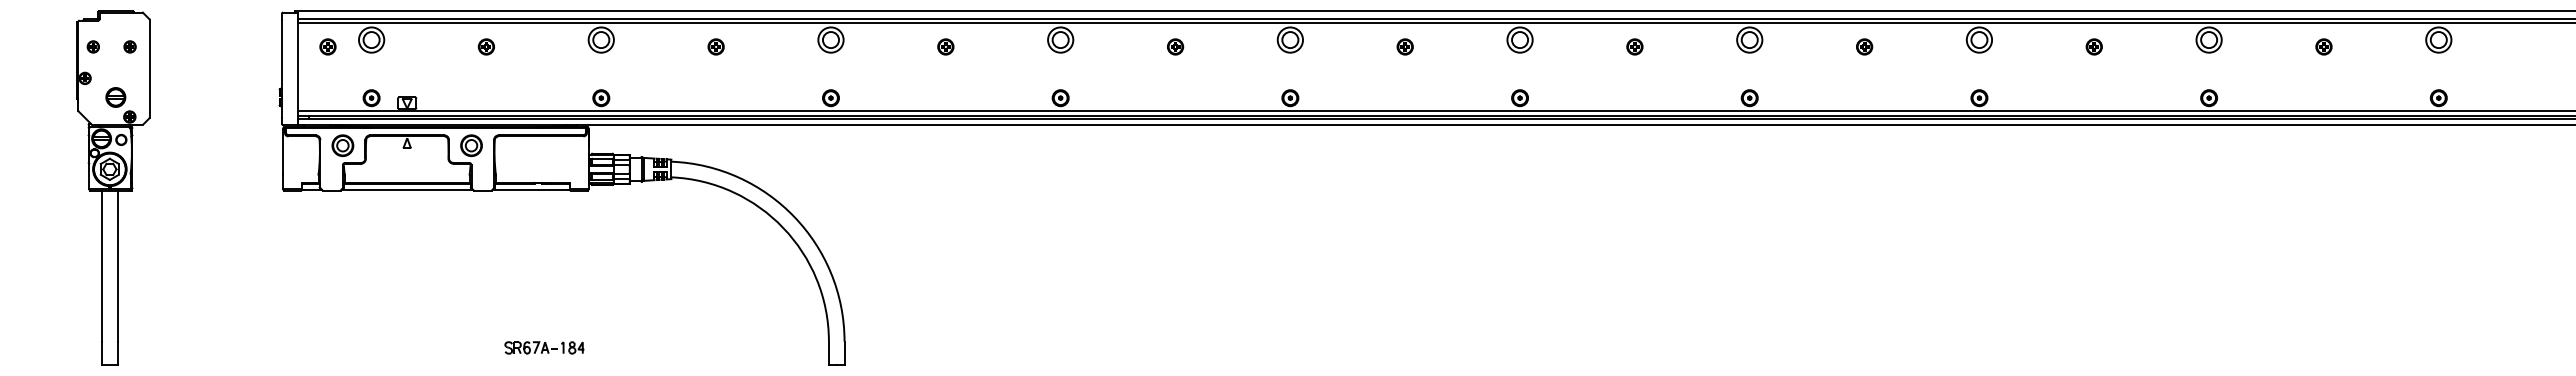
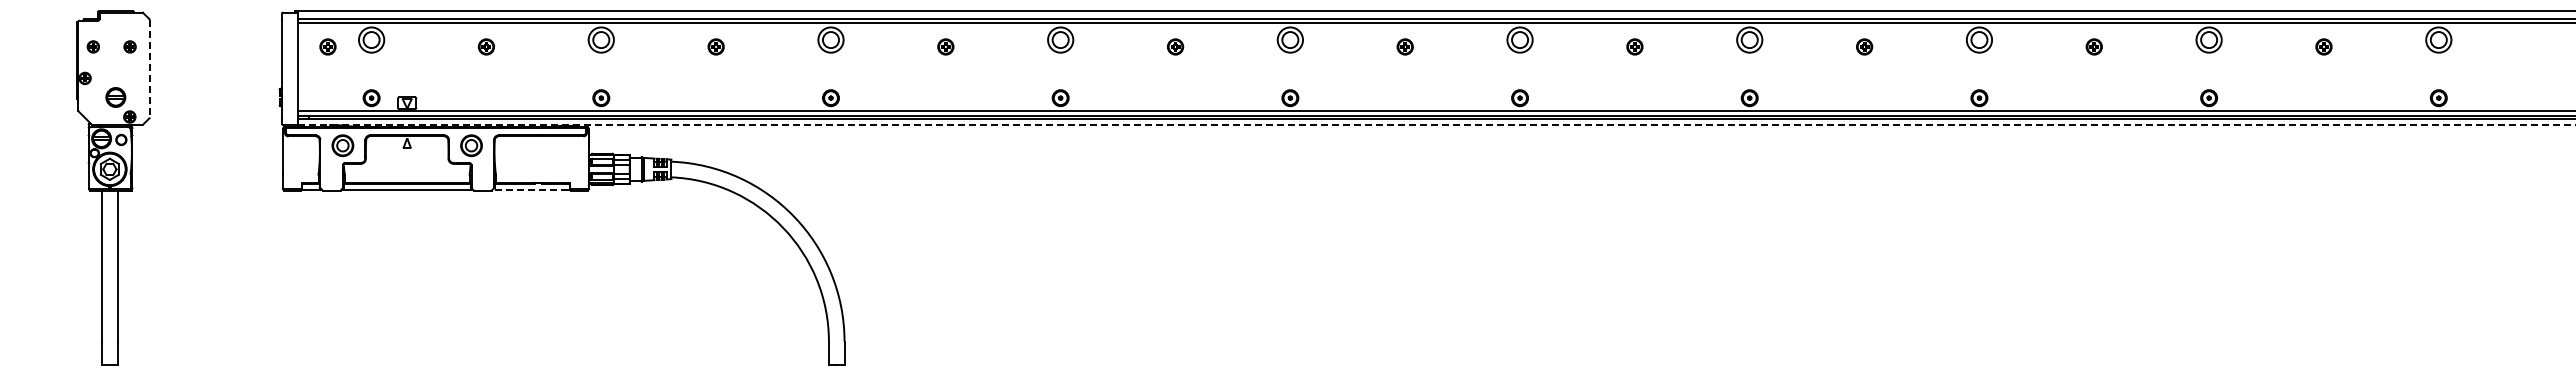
line at (149, 68): solid -> dashed
line at (1436, 125): solid -> dashed
line at (530, 189): solid -> dashed
part at (544, 347): present -> none
